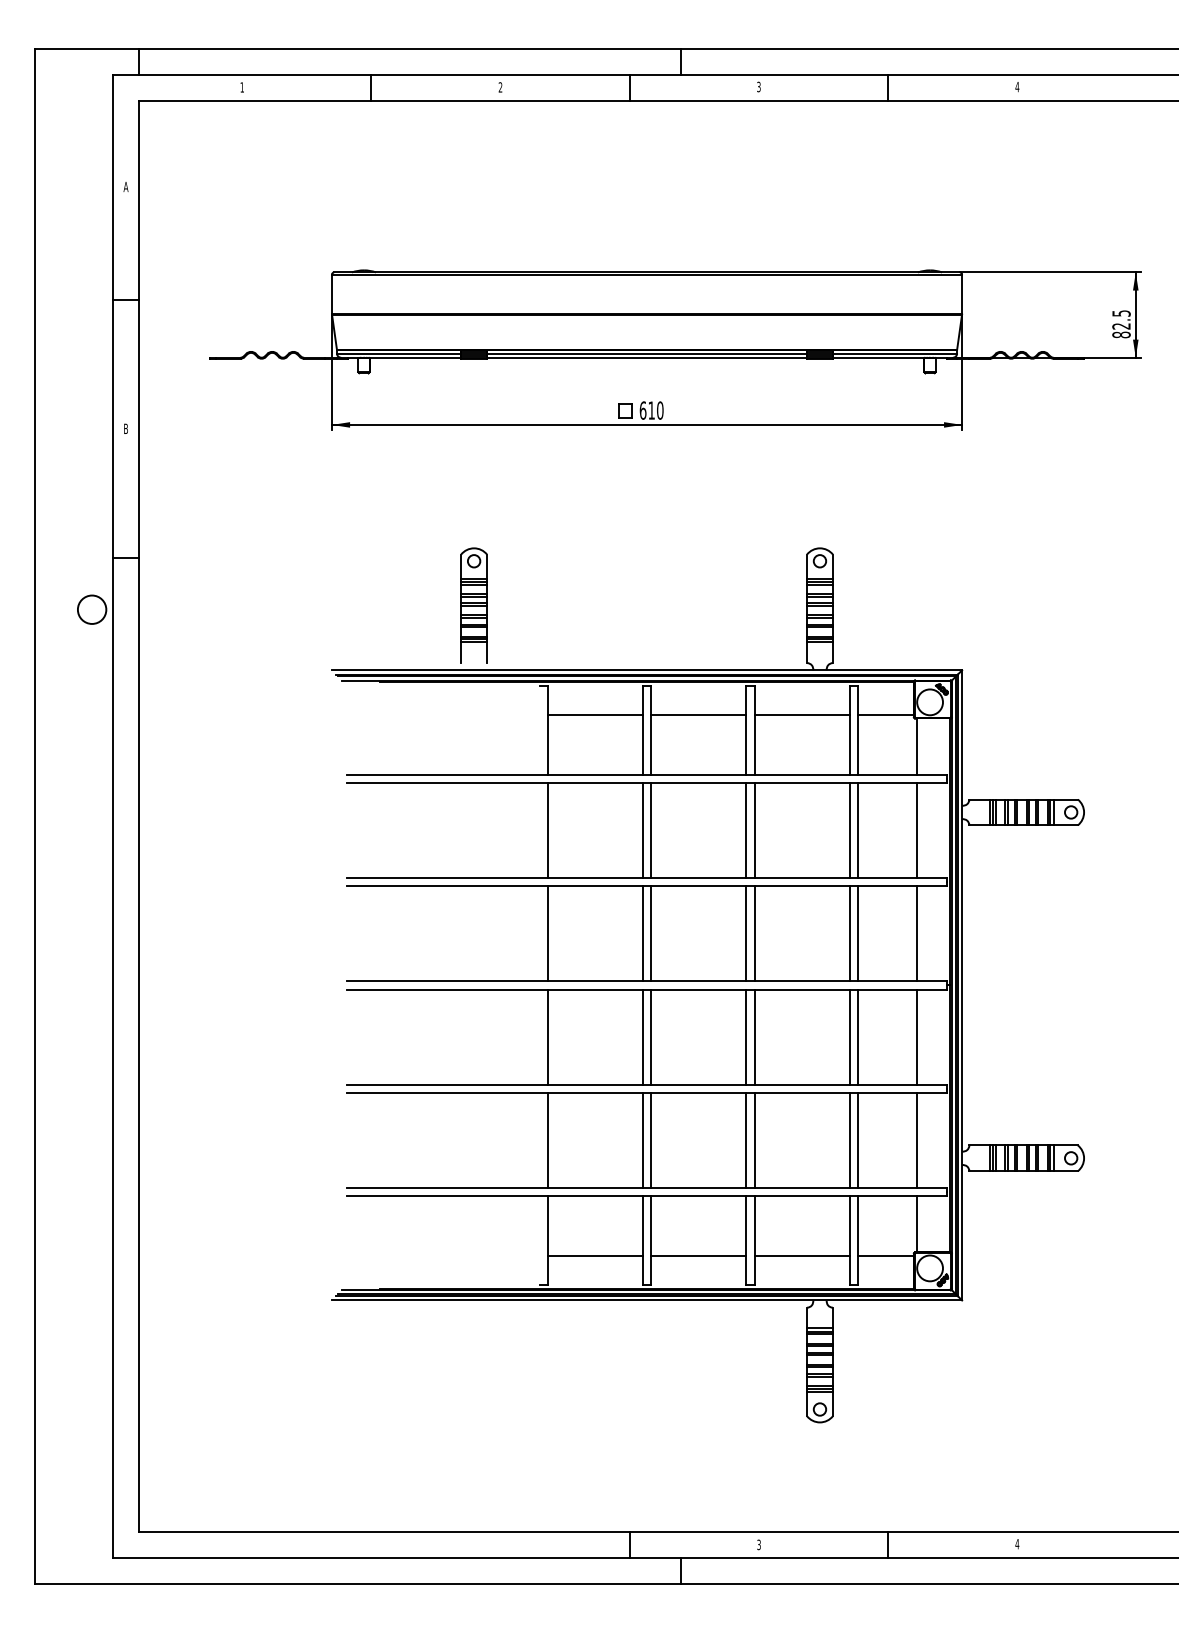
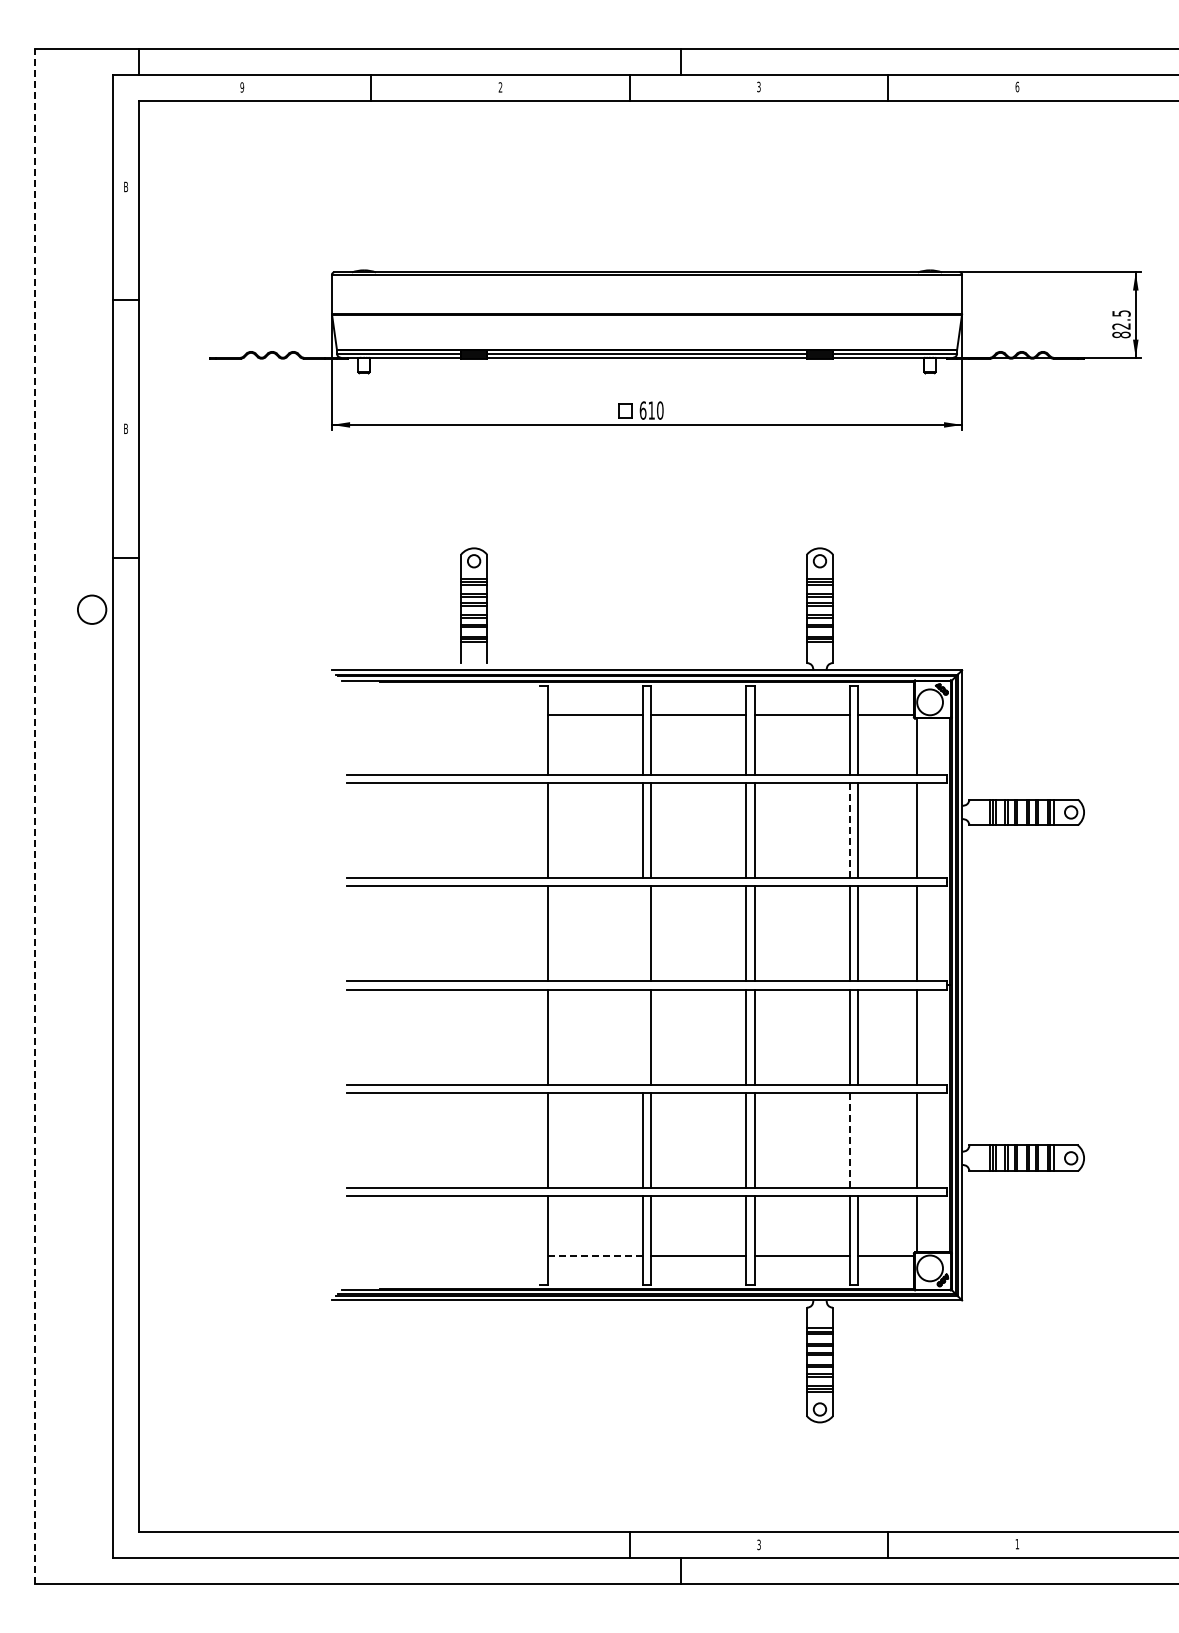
text at (1017, 86): 4 -> 6
text at (242, 87): 1 -> 9
text at (125, 186): A -> B
line at (35, 816): solid -> dashed
line at (849, 830): solid -> dashed
line at (642, 933): present -> none
line at (642, 1036): present -> none
line at (849, 1140): solid -> dashed
line at (857, 1140): present -> none
line at (595, 1255): solid -> dashed
text at (1017, 1544): 4 -> 1
